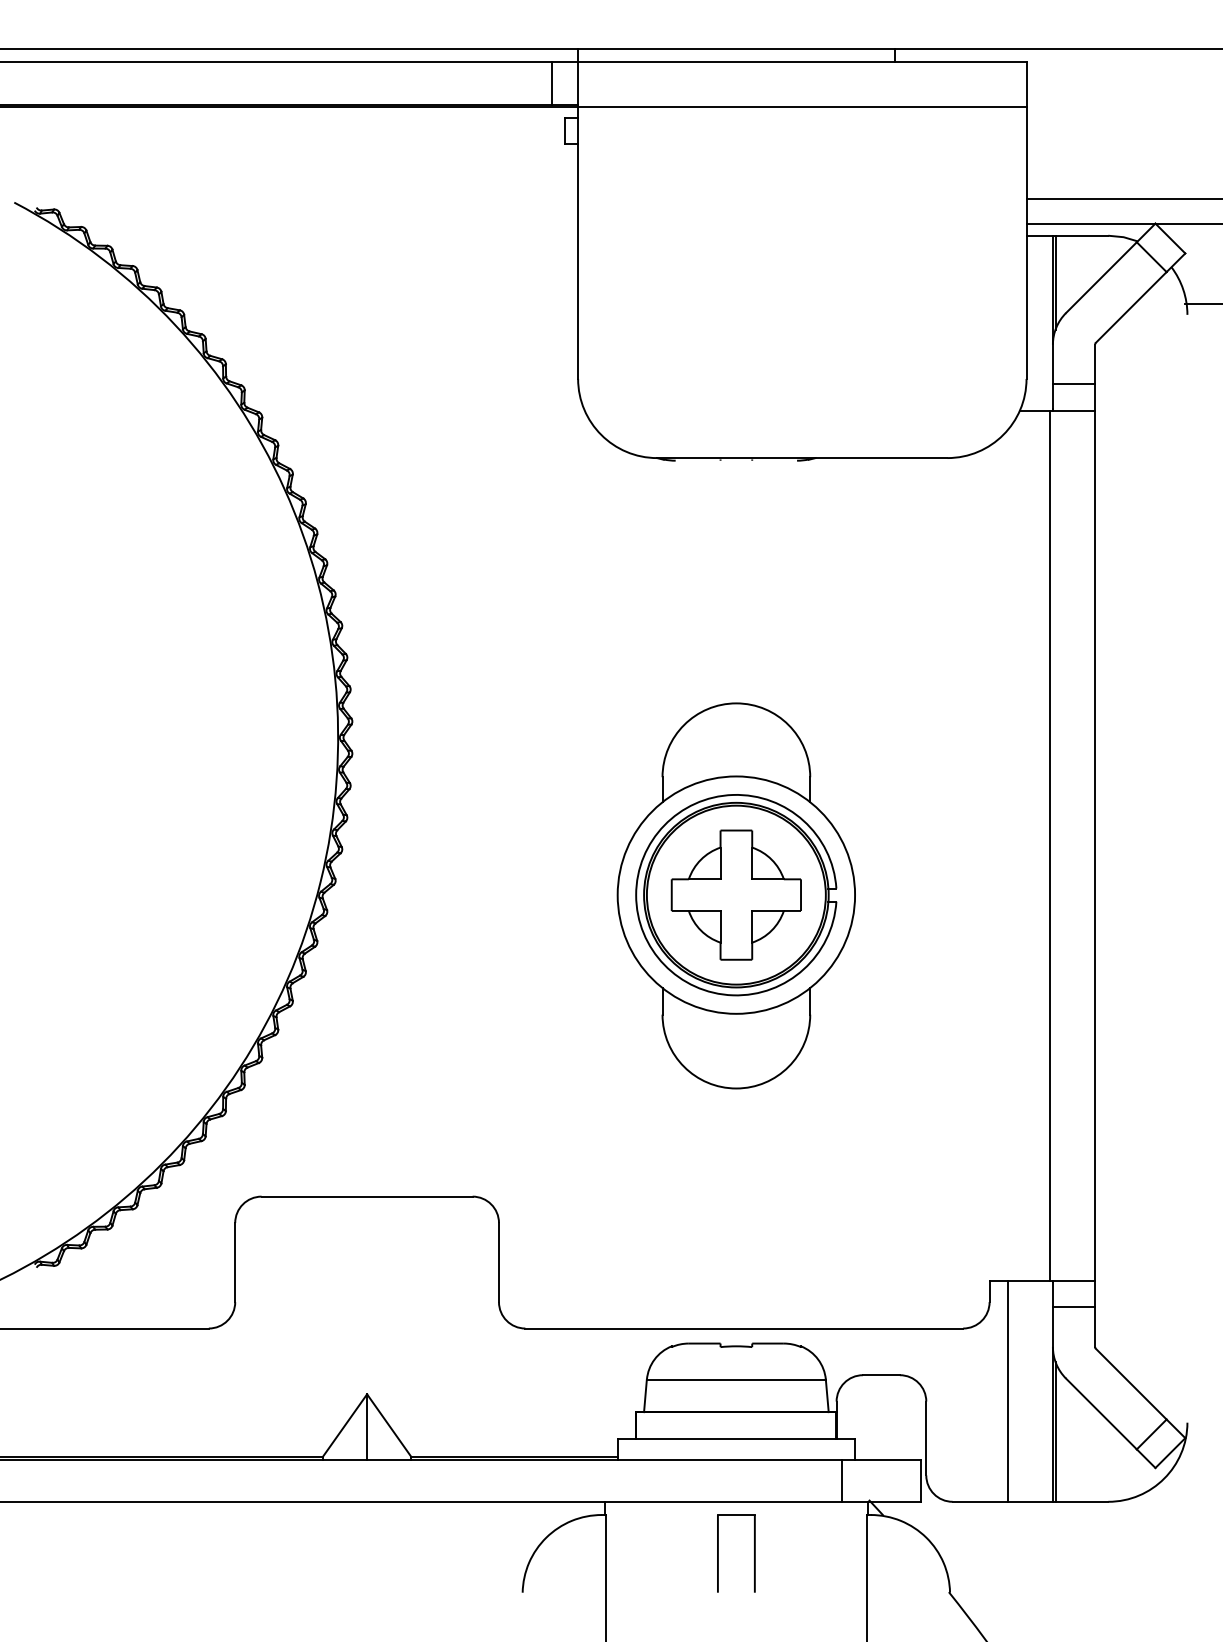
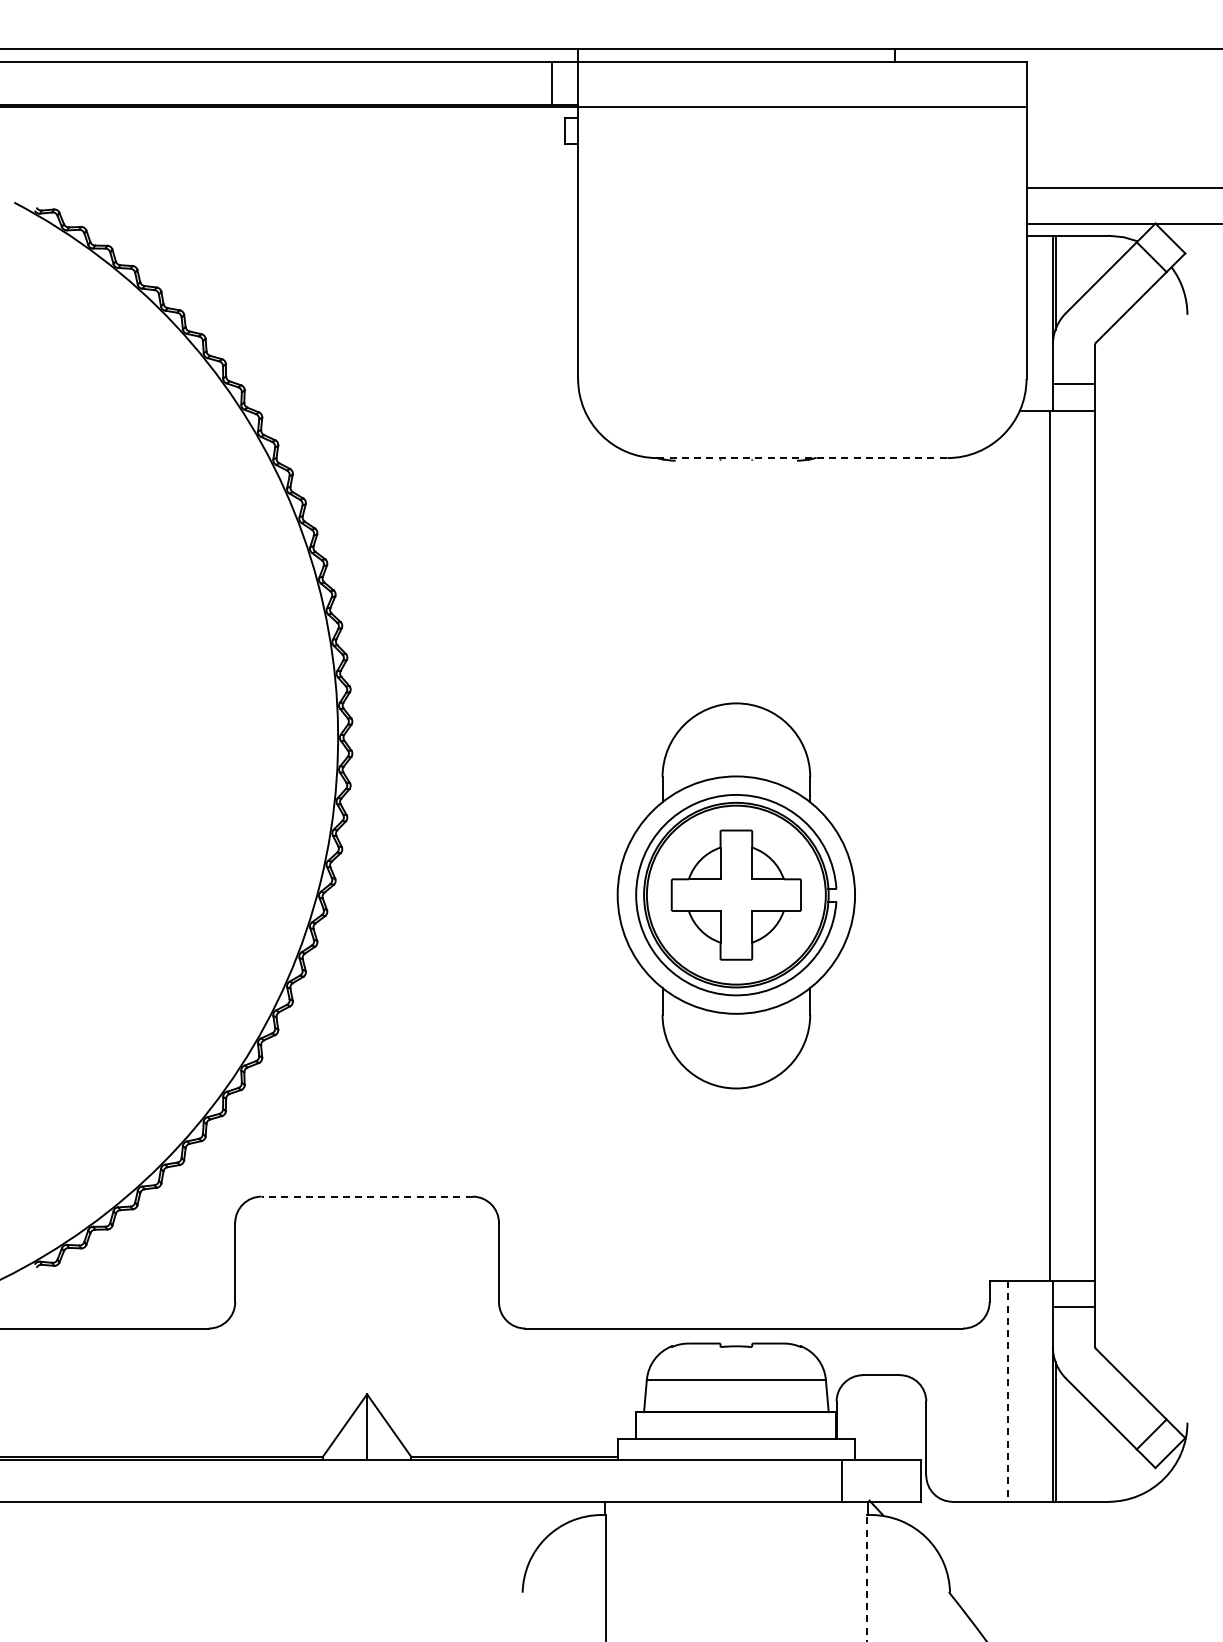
line at (1122, 198) position: (1122, 198) -> (1122, 187)
line at (1202, 304): present -> none
line at (802, 458): solid -> dashed
line at (367, 1196): solid -> dashed
line at (1008, 1391): solid -> dashed
part at (718, 1553): present -> none
line at (866, 1578): solid -> dashed
